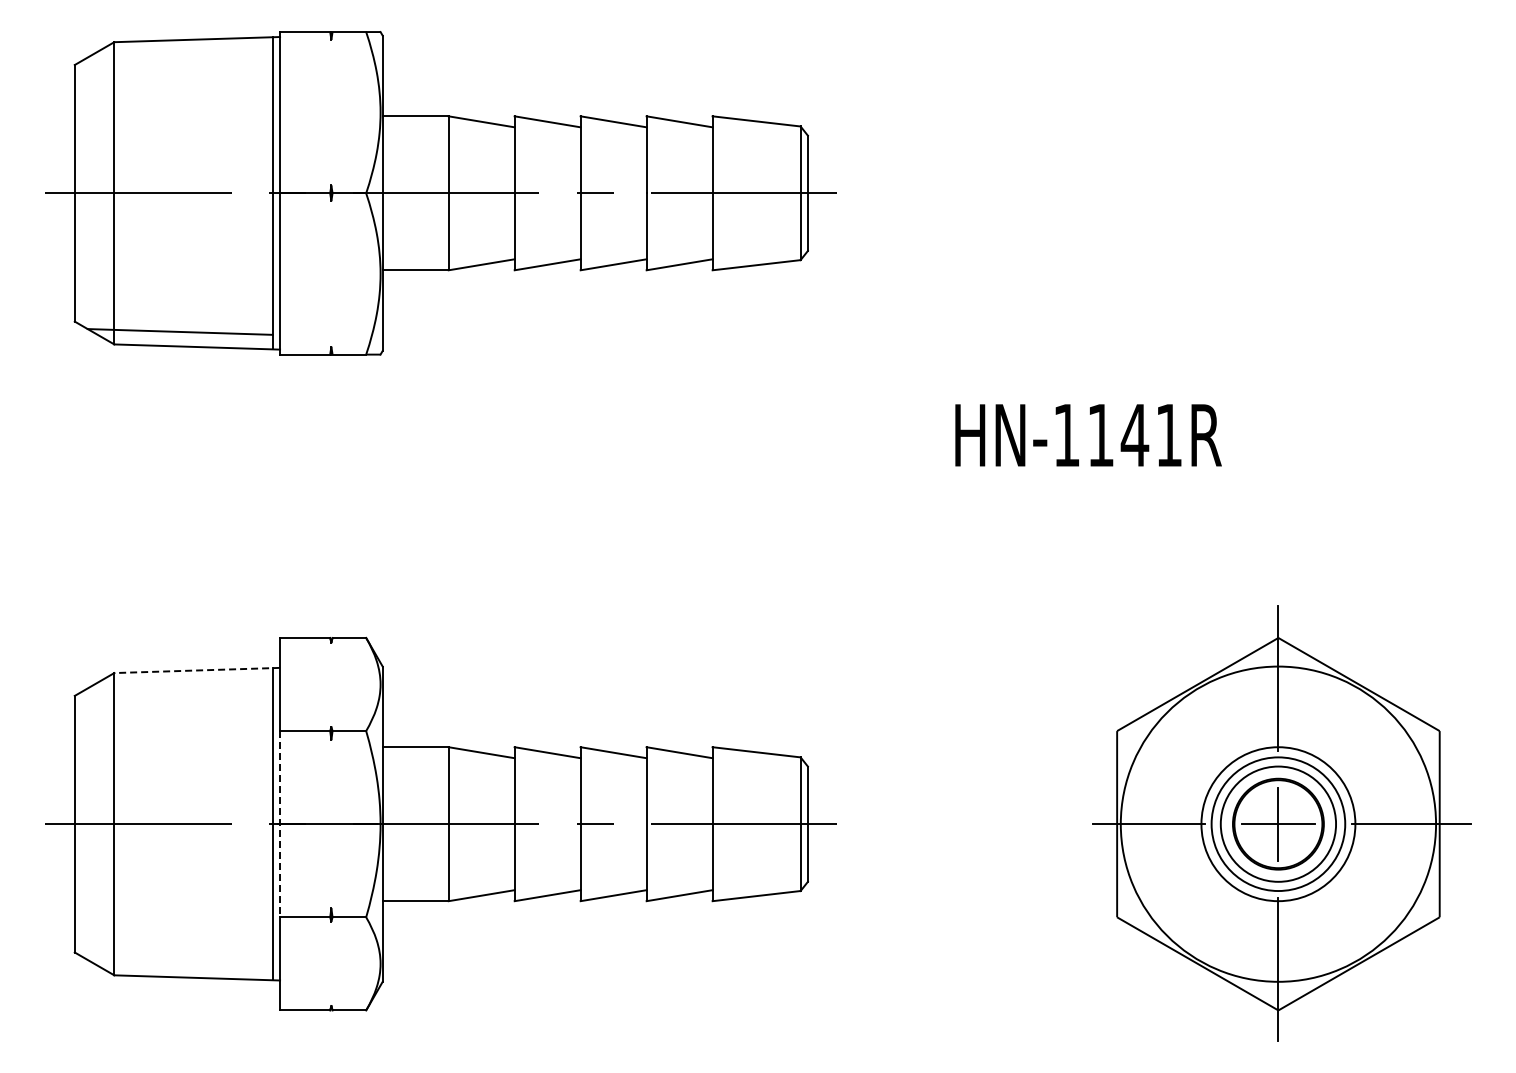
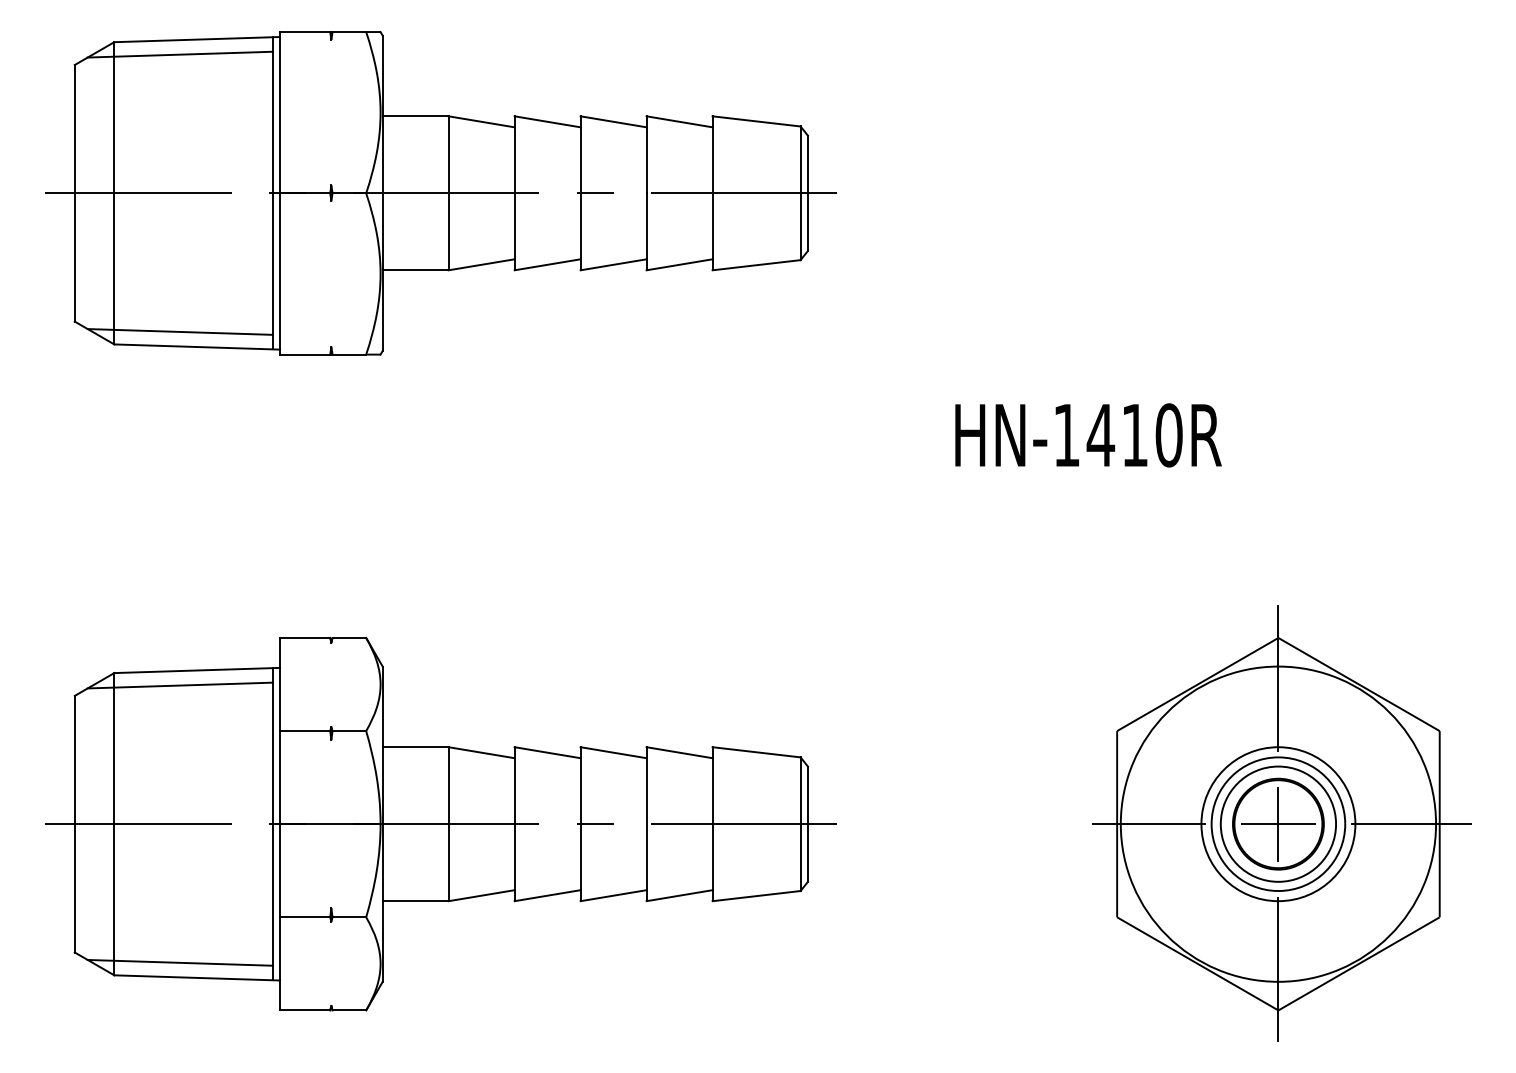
line at (179, 54): none -> present
text at (1134, 435): HN-1141R -> HN-1410R
line at (197, 670): dashed -> solid
line at (179, 685): none -> present
line at (280, 824): dashed -> solid
line at (179, 962): none -> present
